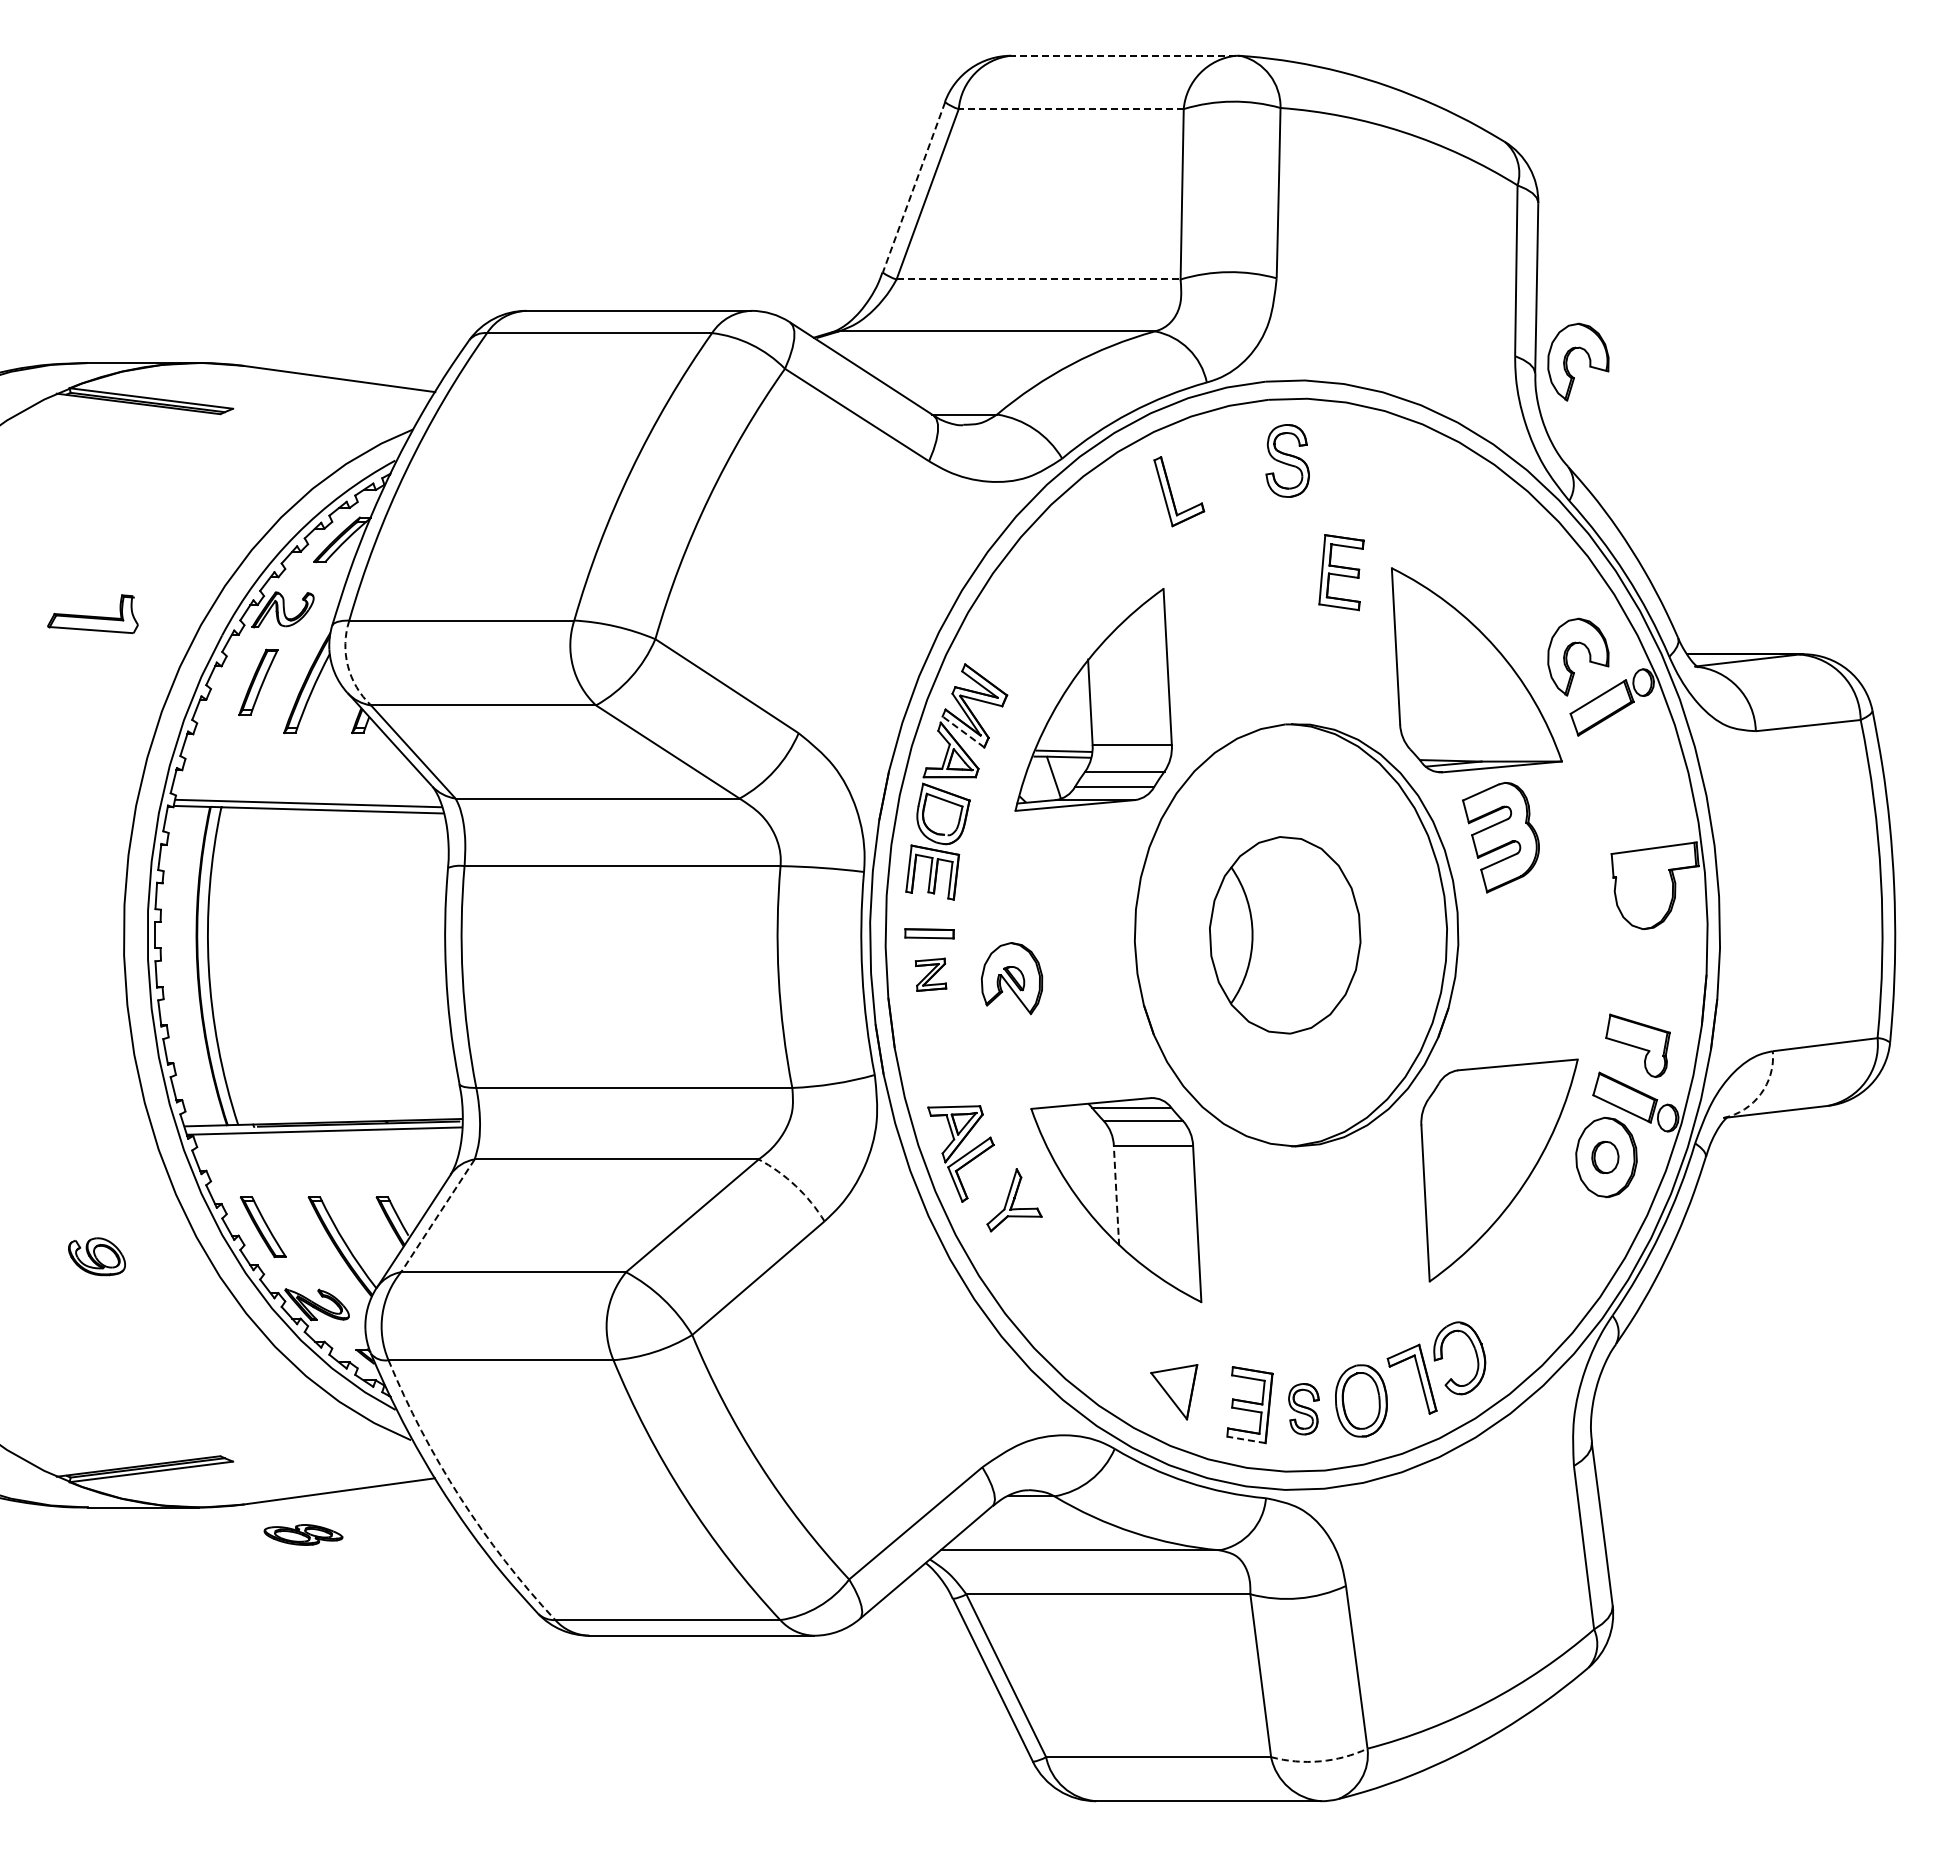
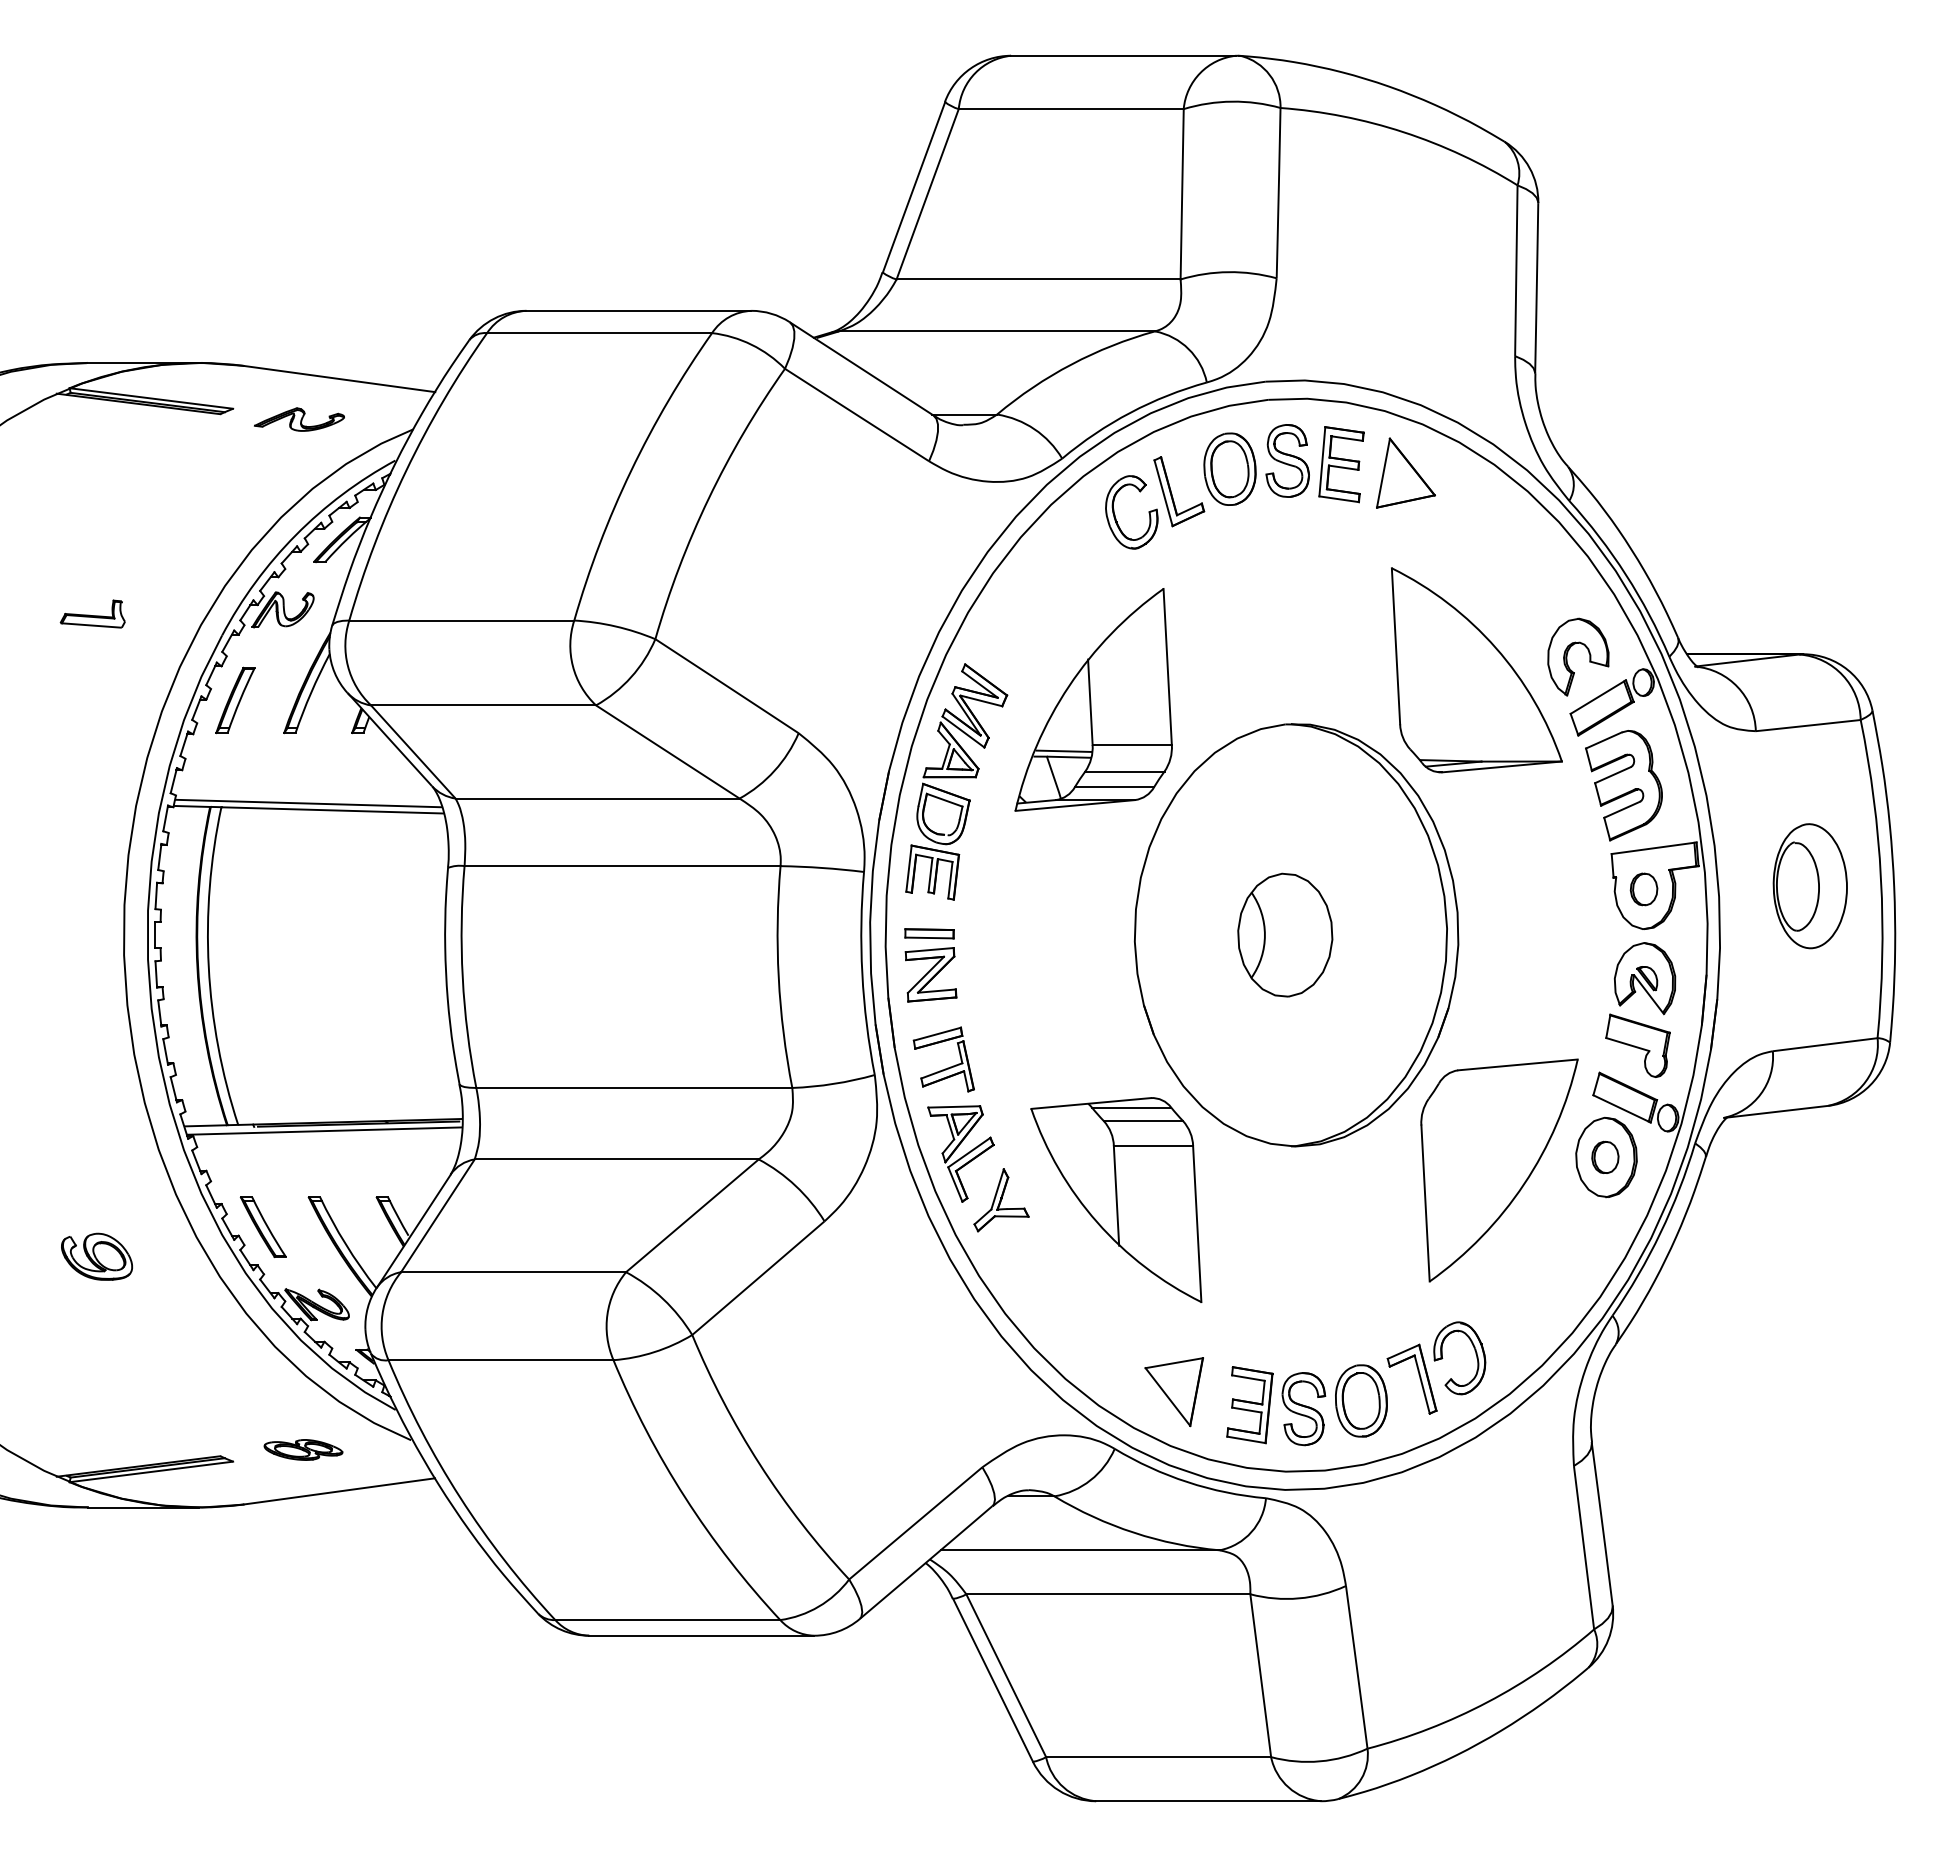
line at (1123, 55): dashed -> solid
line at (1070, 109): dashed -> solid
line at (914, 187): dashed -> solid
line at (1039, 279): dashed -> solid
part at (1588, 358): present -> none
part at (299, 419): none -> present
part at (1229, 468): none -> present
part at (1405, 472): none -> present
part at (1115, 514): none -> present
part at (1341, 572) position: (1341, 572) -> (1341, 464)
part at (92, 613) size: 92x40 px -> 67x30 px
arc at (347, 666): dashed -> solid
part at (258, 682) position: (258, 682) -> (235, 700)
line at (963, 731): dashed -> solid
part at (1500, 837) position: (1500, 837) -> (1623, 785)
part at (1809, 886): none -> present
part at (1643, 889): none -> present
part at (1285, 935) size: 153x199 px -> 97x126 px
part at (930, 974) size: 34x35 px -> 54x56 px
part at (1012, 978) position: (1012, 978) -> (1645, 978)
part at (947, 1067): none -> present
arc at (1760, 1094): dashed -> solid
arc at (795, 1186): dashed -> solid
line at (1116, 1195): dashed -> solid
part at (1014, 1200) position: (1014, 1200) -> (1001, 1200)
line at (437, 1216): dashed -> solid
part at (96, 1256) size: 58x40 px -> 72x49 px
part at (1174, 1392) size: 49x57 px -> 60x71 px
part at (1303, 1409) size: 32x53 px -> 46x75 px
line at (1246, 1439): dashed -> solid
arc at (460, 1497): dashed -> solid
part at (303, 1534) position: (303, 1534) -> (303, 1449)
arc at (1320, 1761): dashed -> solid
